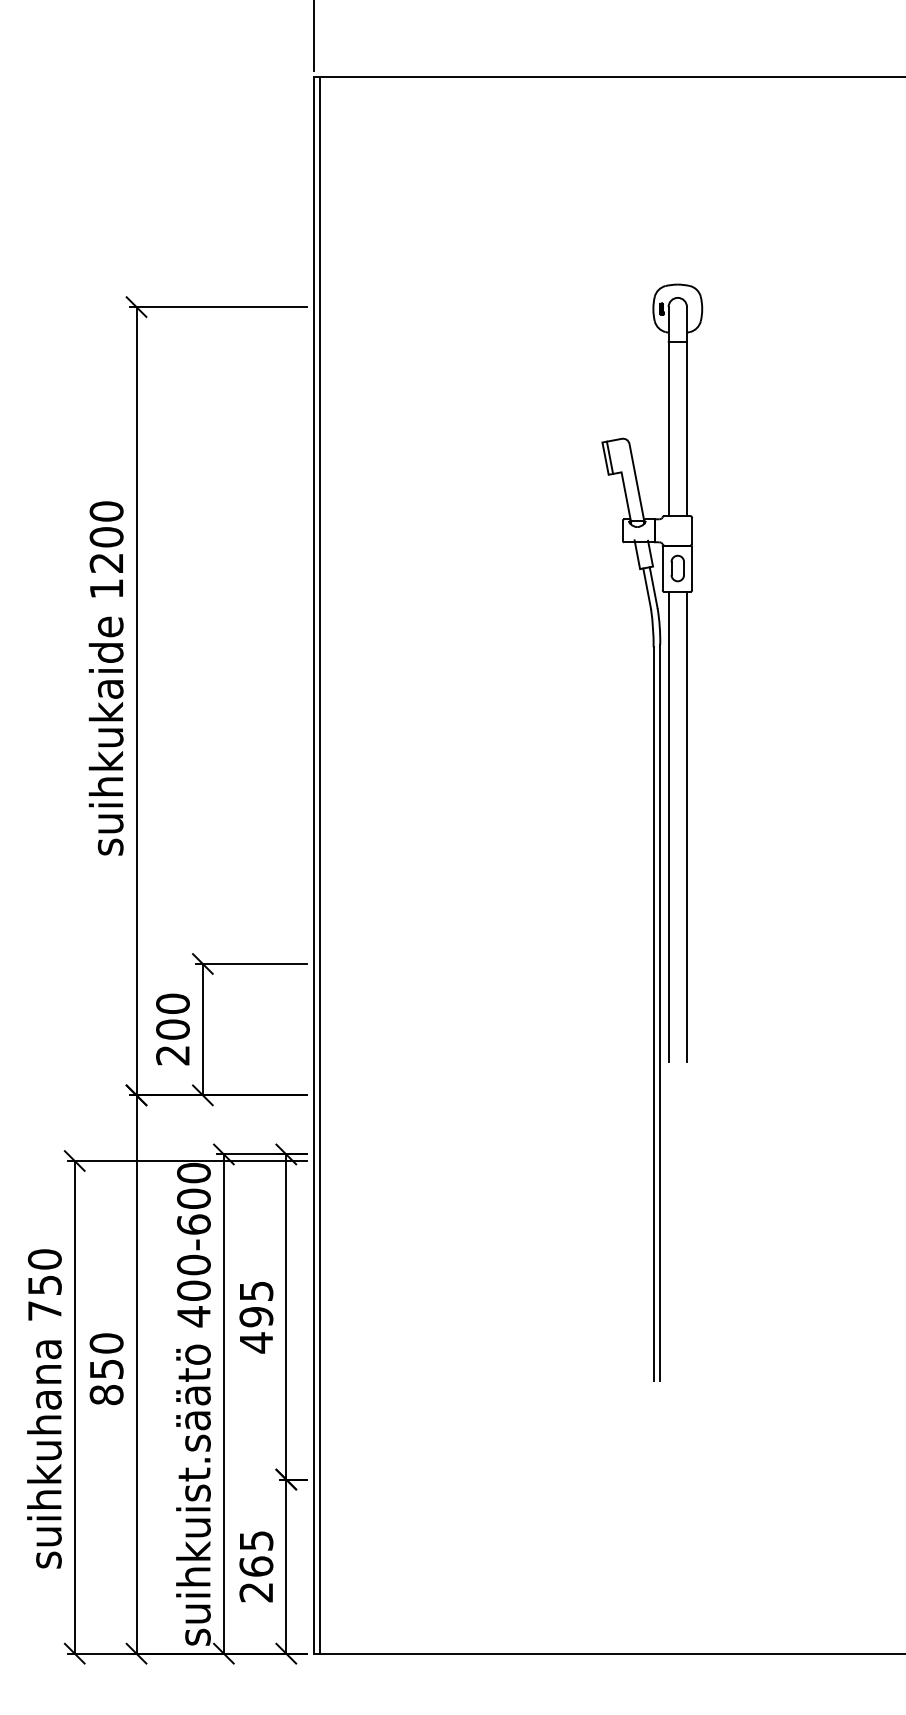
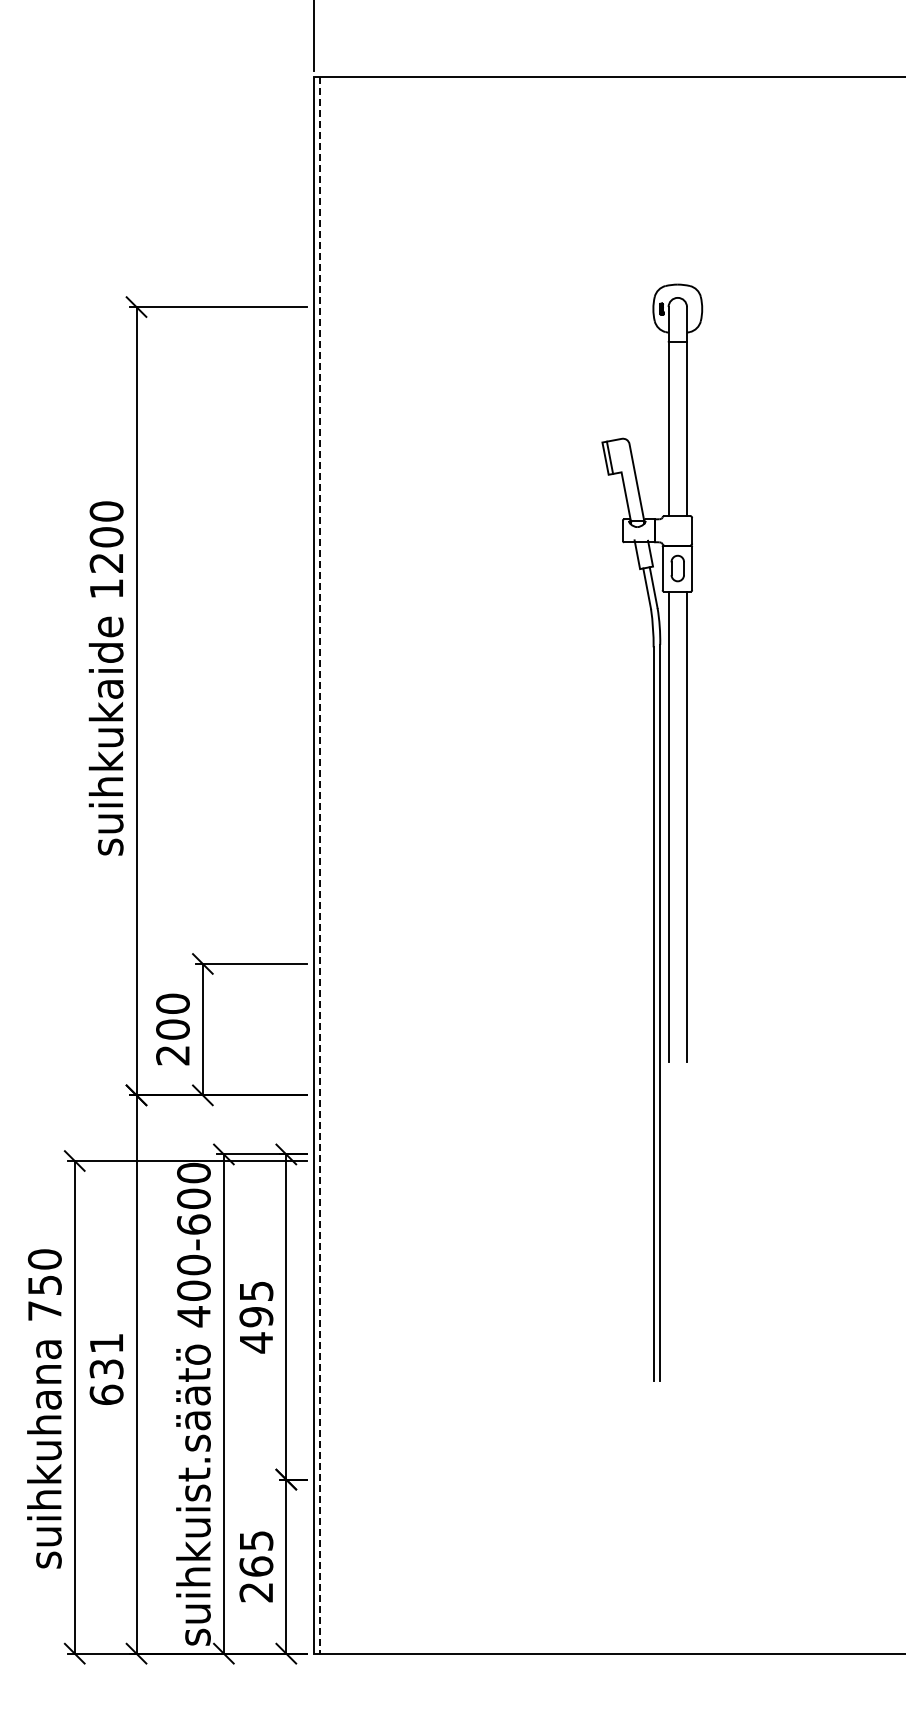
line at (320, 865): solid -> dashed
text at (106, 1369): 850 -> 631
